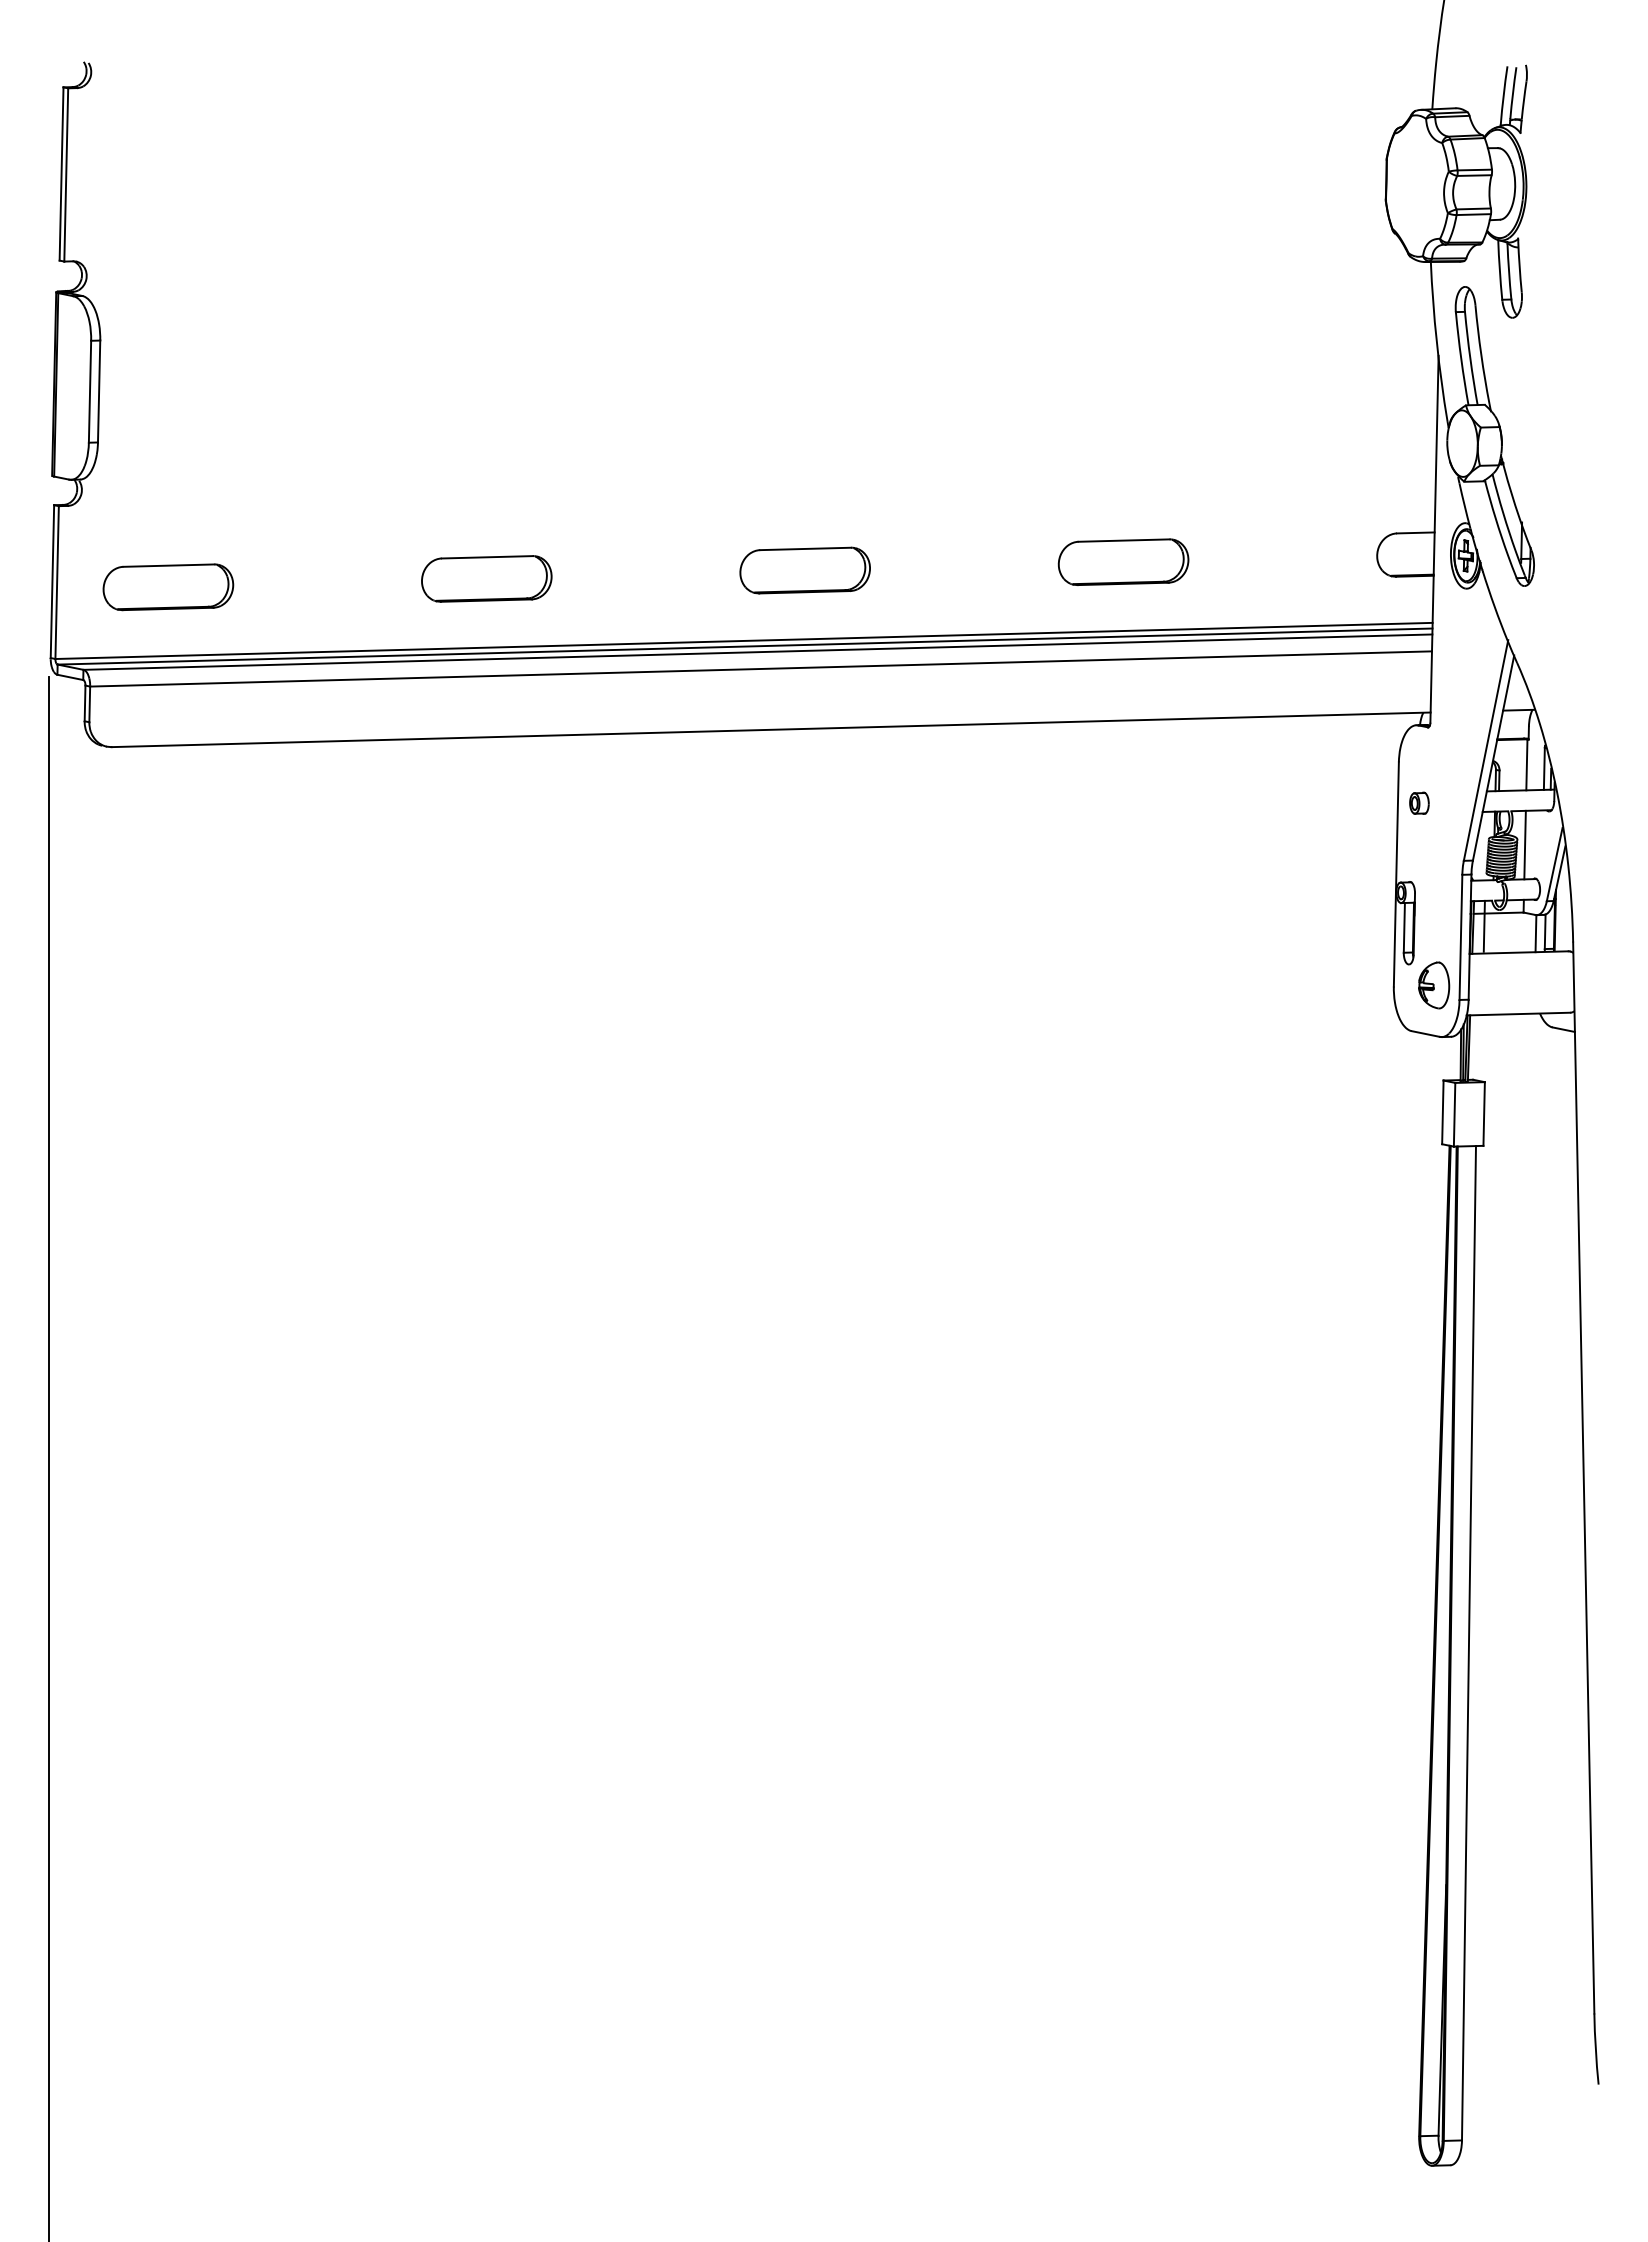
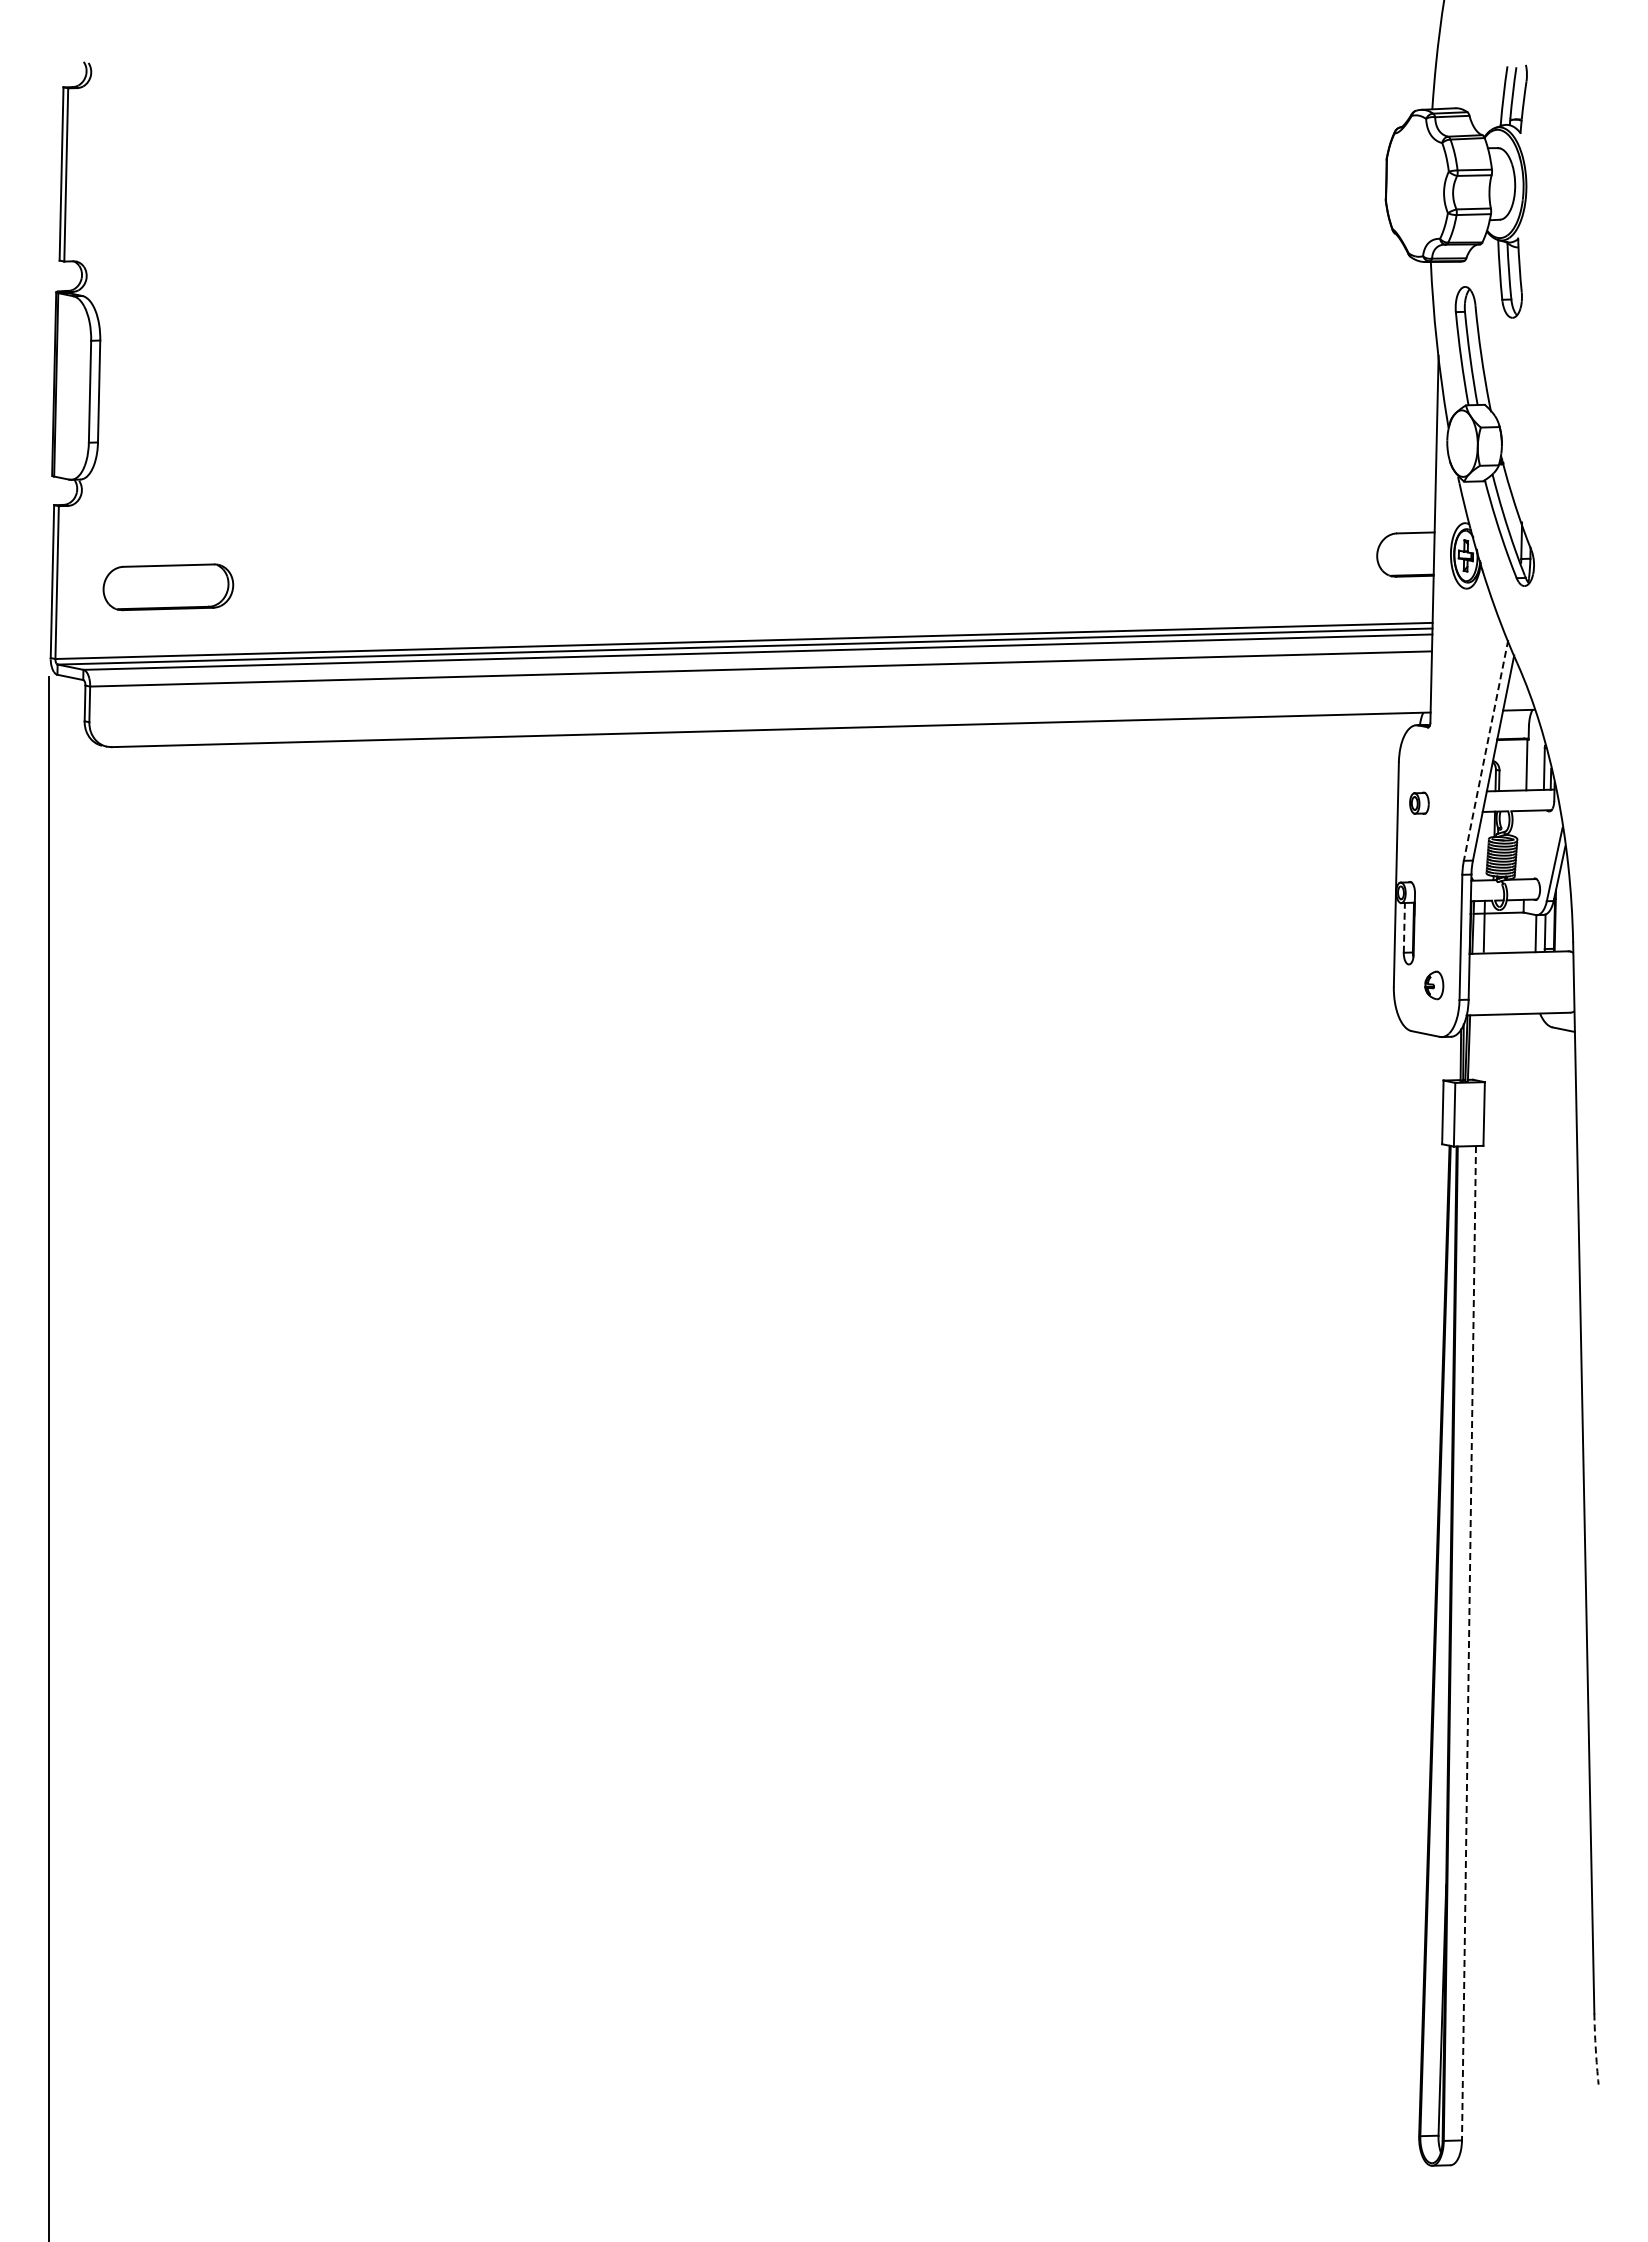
part at (1123, 561): present -> none
part at (804, 570): present -> none
part at (486, 578): present -> none
line at (1486, 750): solid -> dashed
line at (1524, 844): present -> none
line at (1404, 927): solid -> dashed
part at (1434, 985) size: 33x49 px -> 21x31 px
line at (1468, 1643): solid -> dashed
arc at (1595, 2049): solid -> dashed
